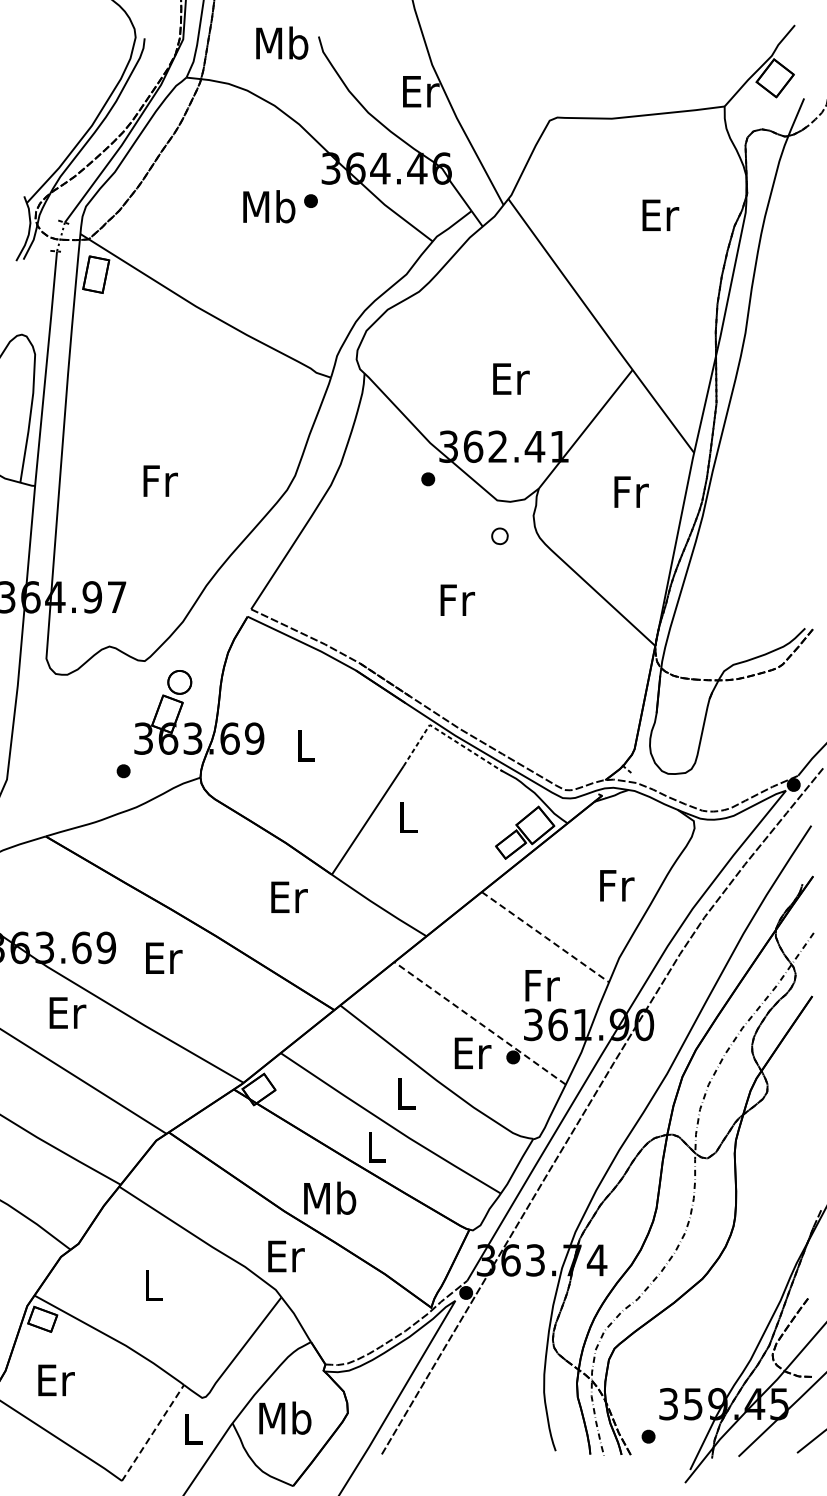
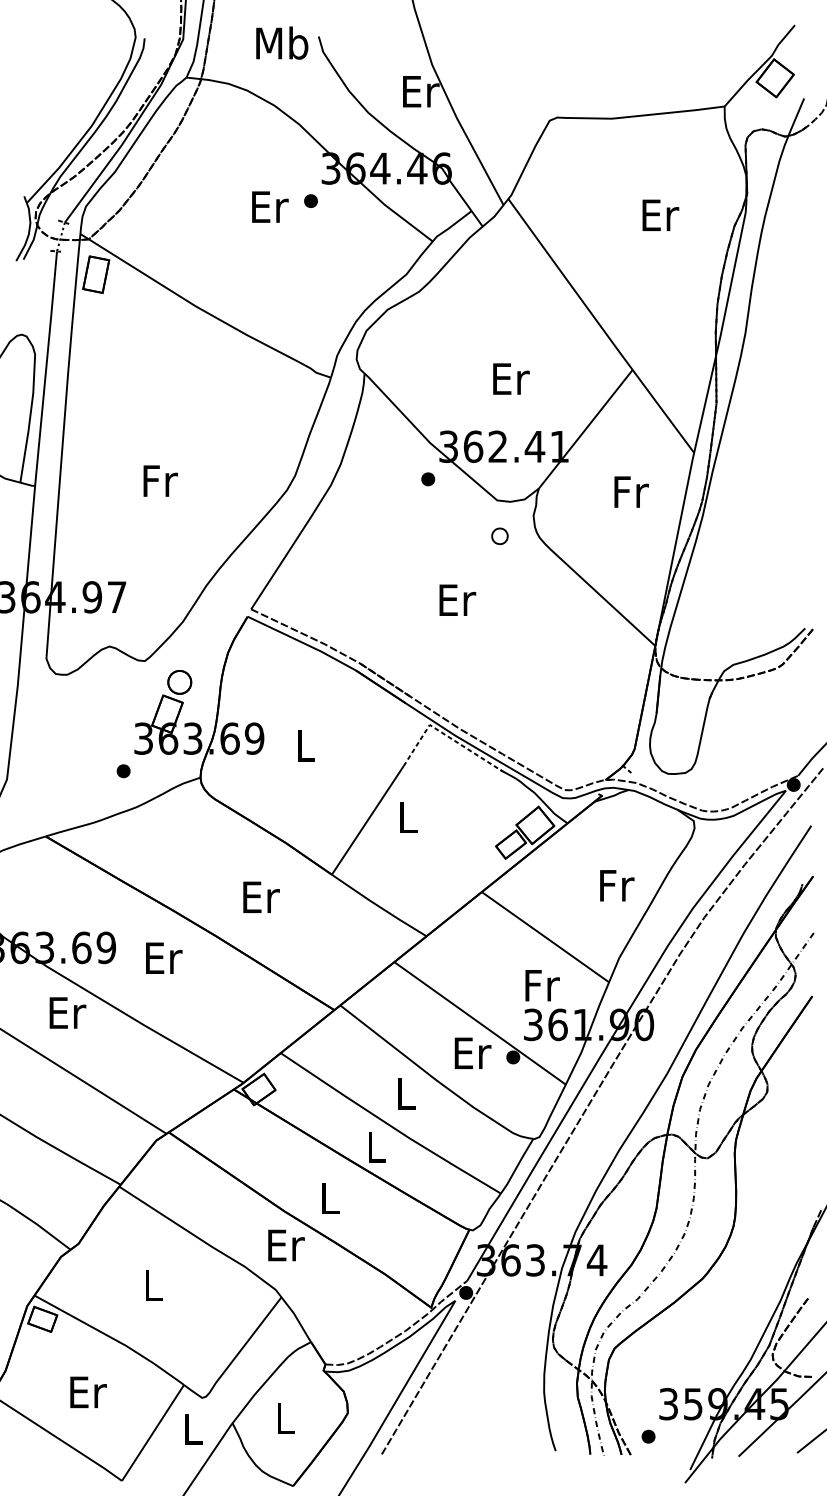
text at (269, 206): Mb -> Er
text at (457, 599): Fr -> Er
text at (289, 896) position: (289, 896) -> (261, 896)
line at (545, 937): dashed -> solid
line at (480, 1023): dashed -> solid
text at (330, 1197): Mb -> L
text at (286, 1256) position: (286, 1256) -> (286, 1245)
text at (56, 1380) position: (56, 1380) -> (88, 1392)
text at (285, 1417): Mb -> L
line at (153, 1432): dashed -> solid
